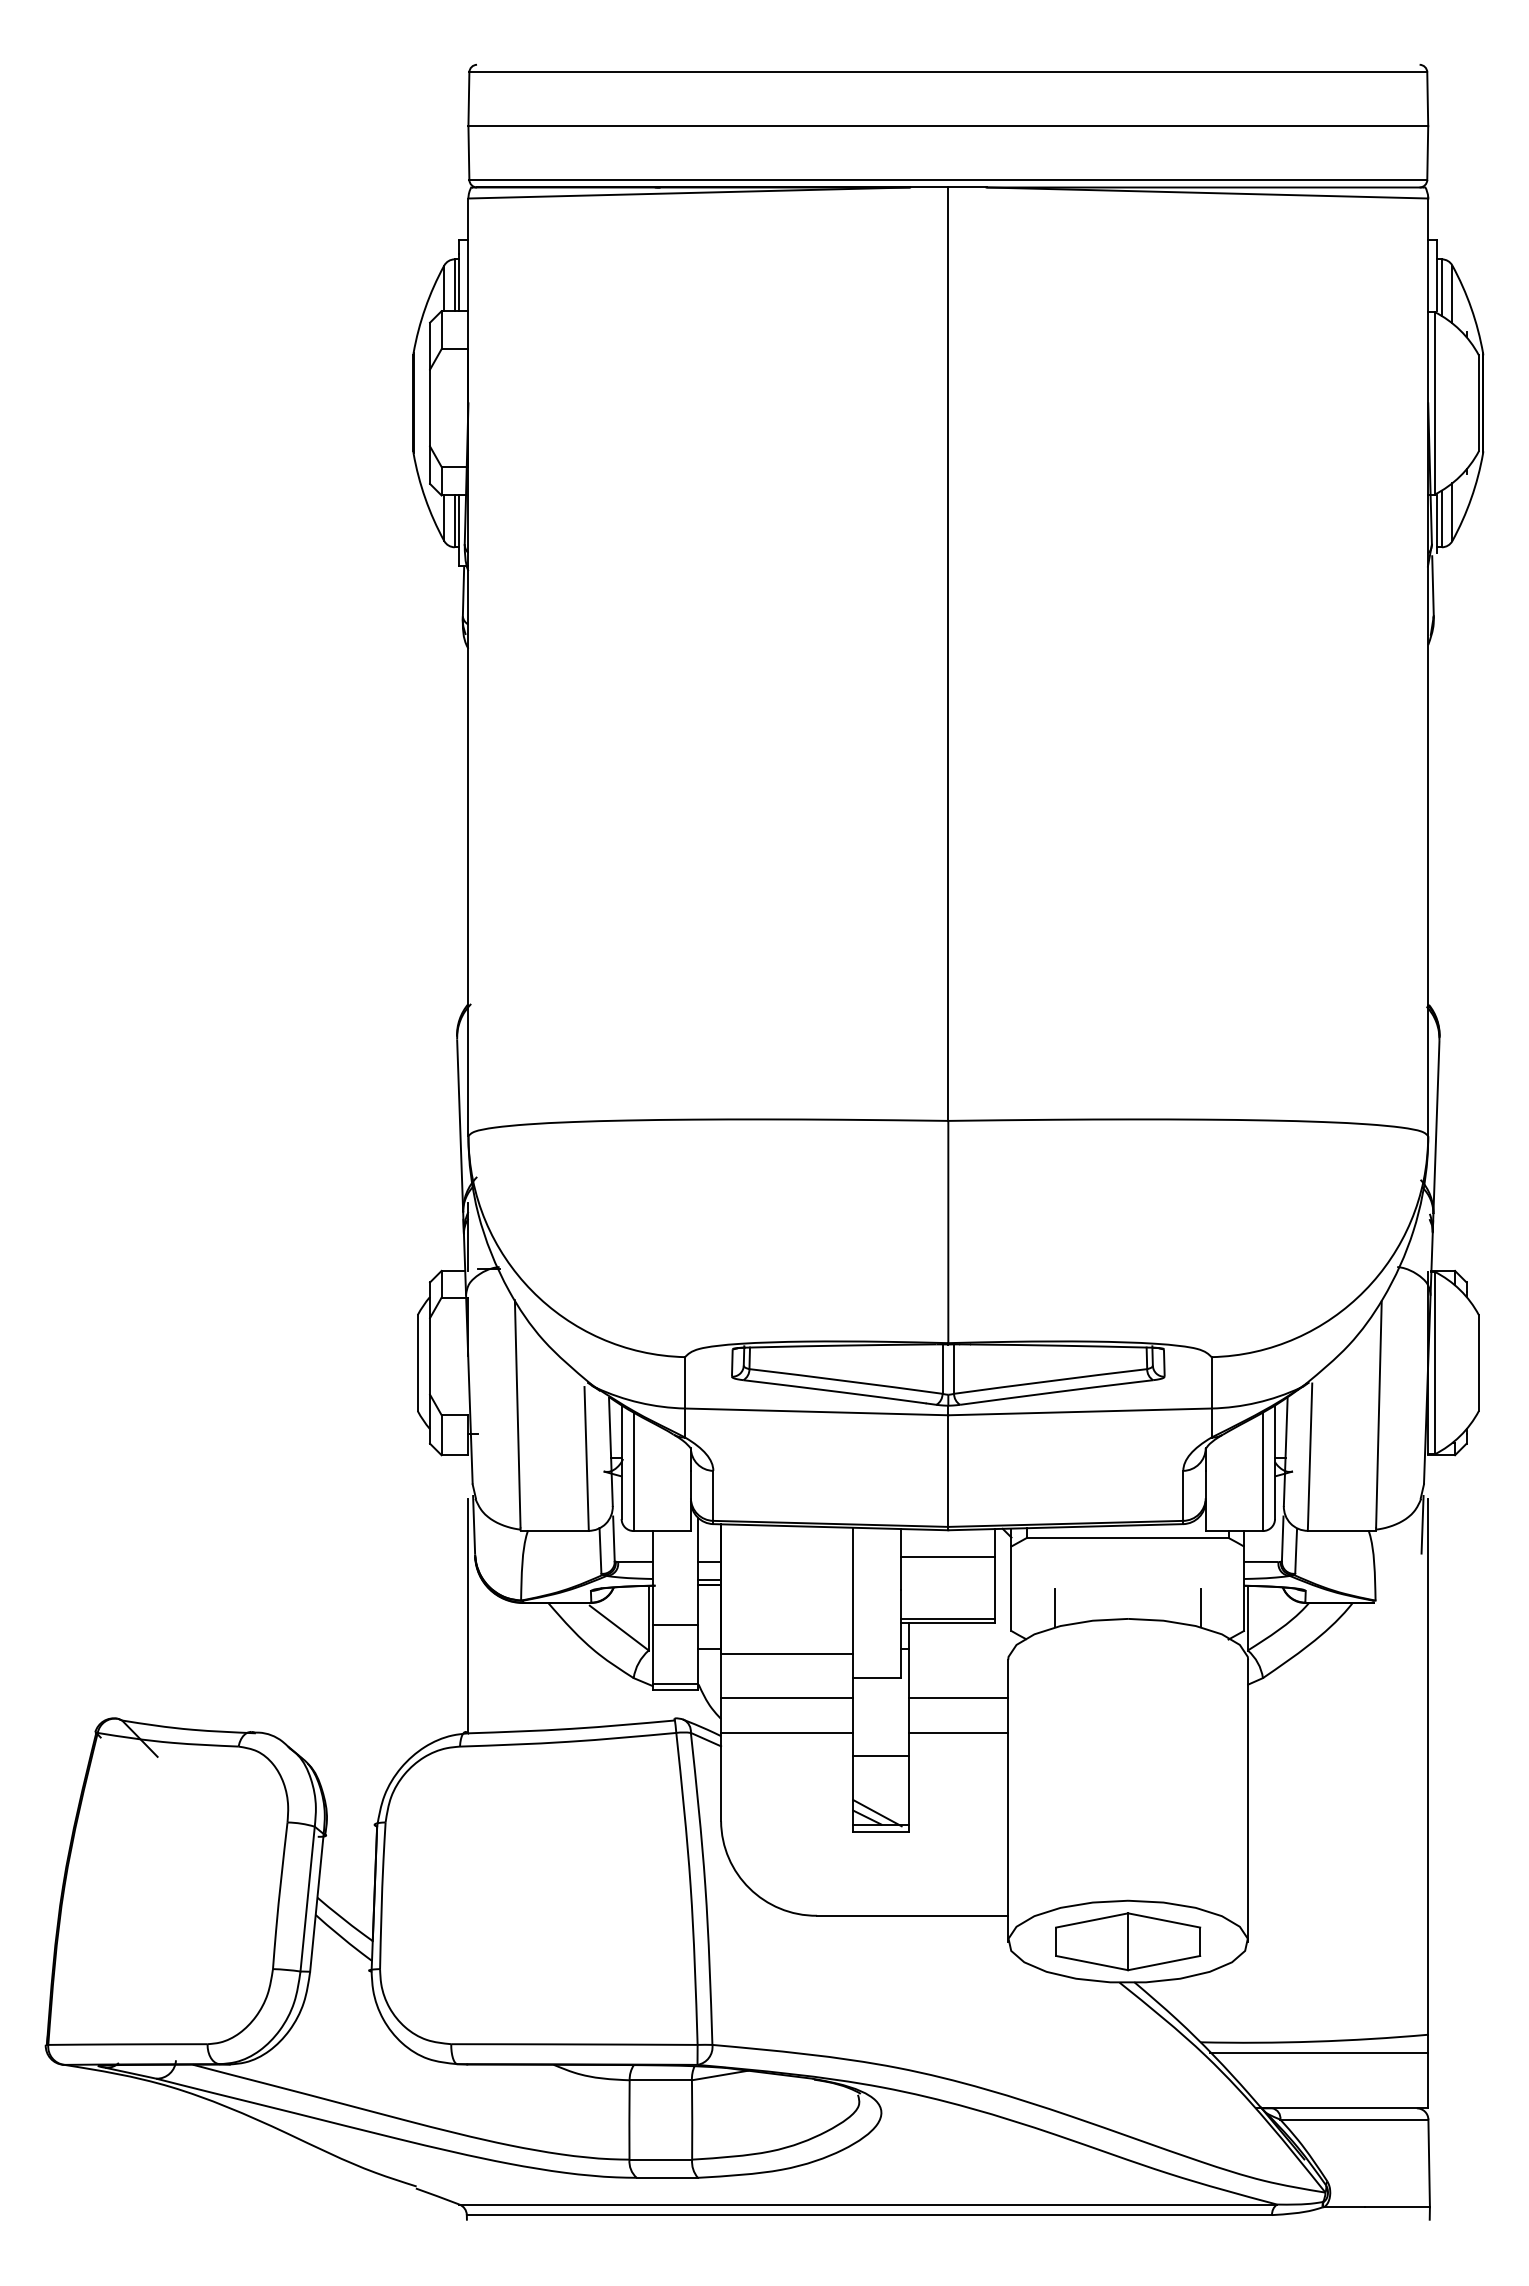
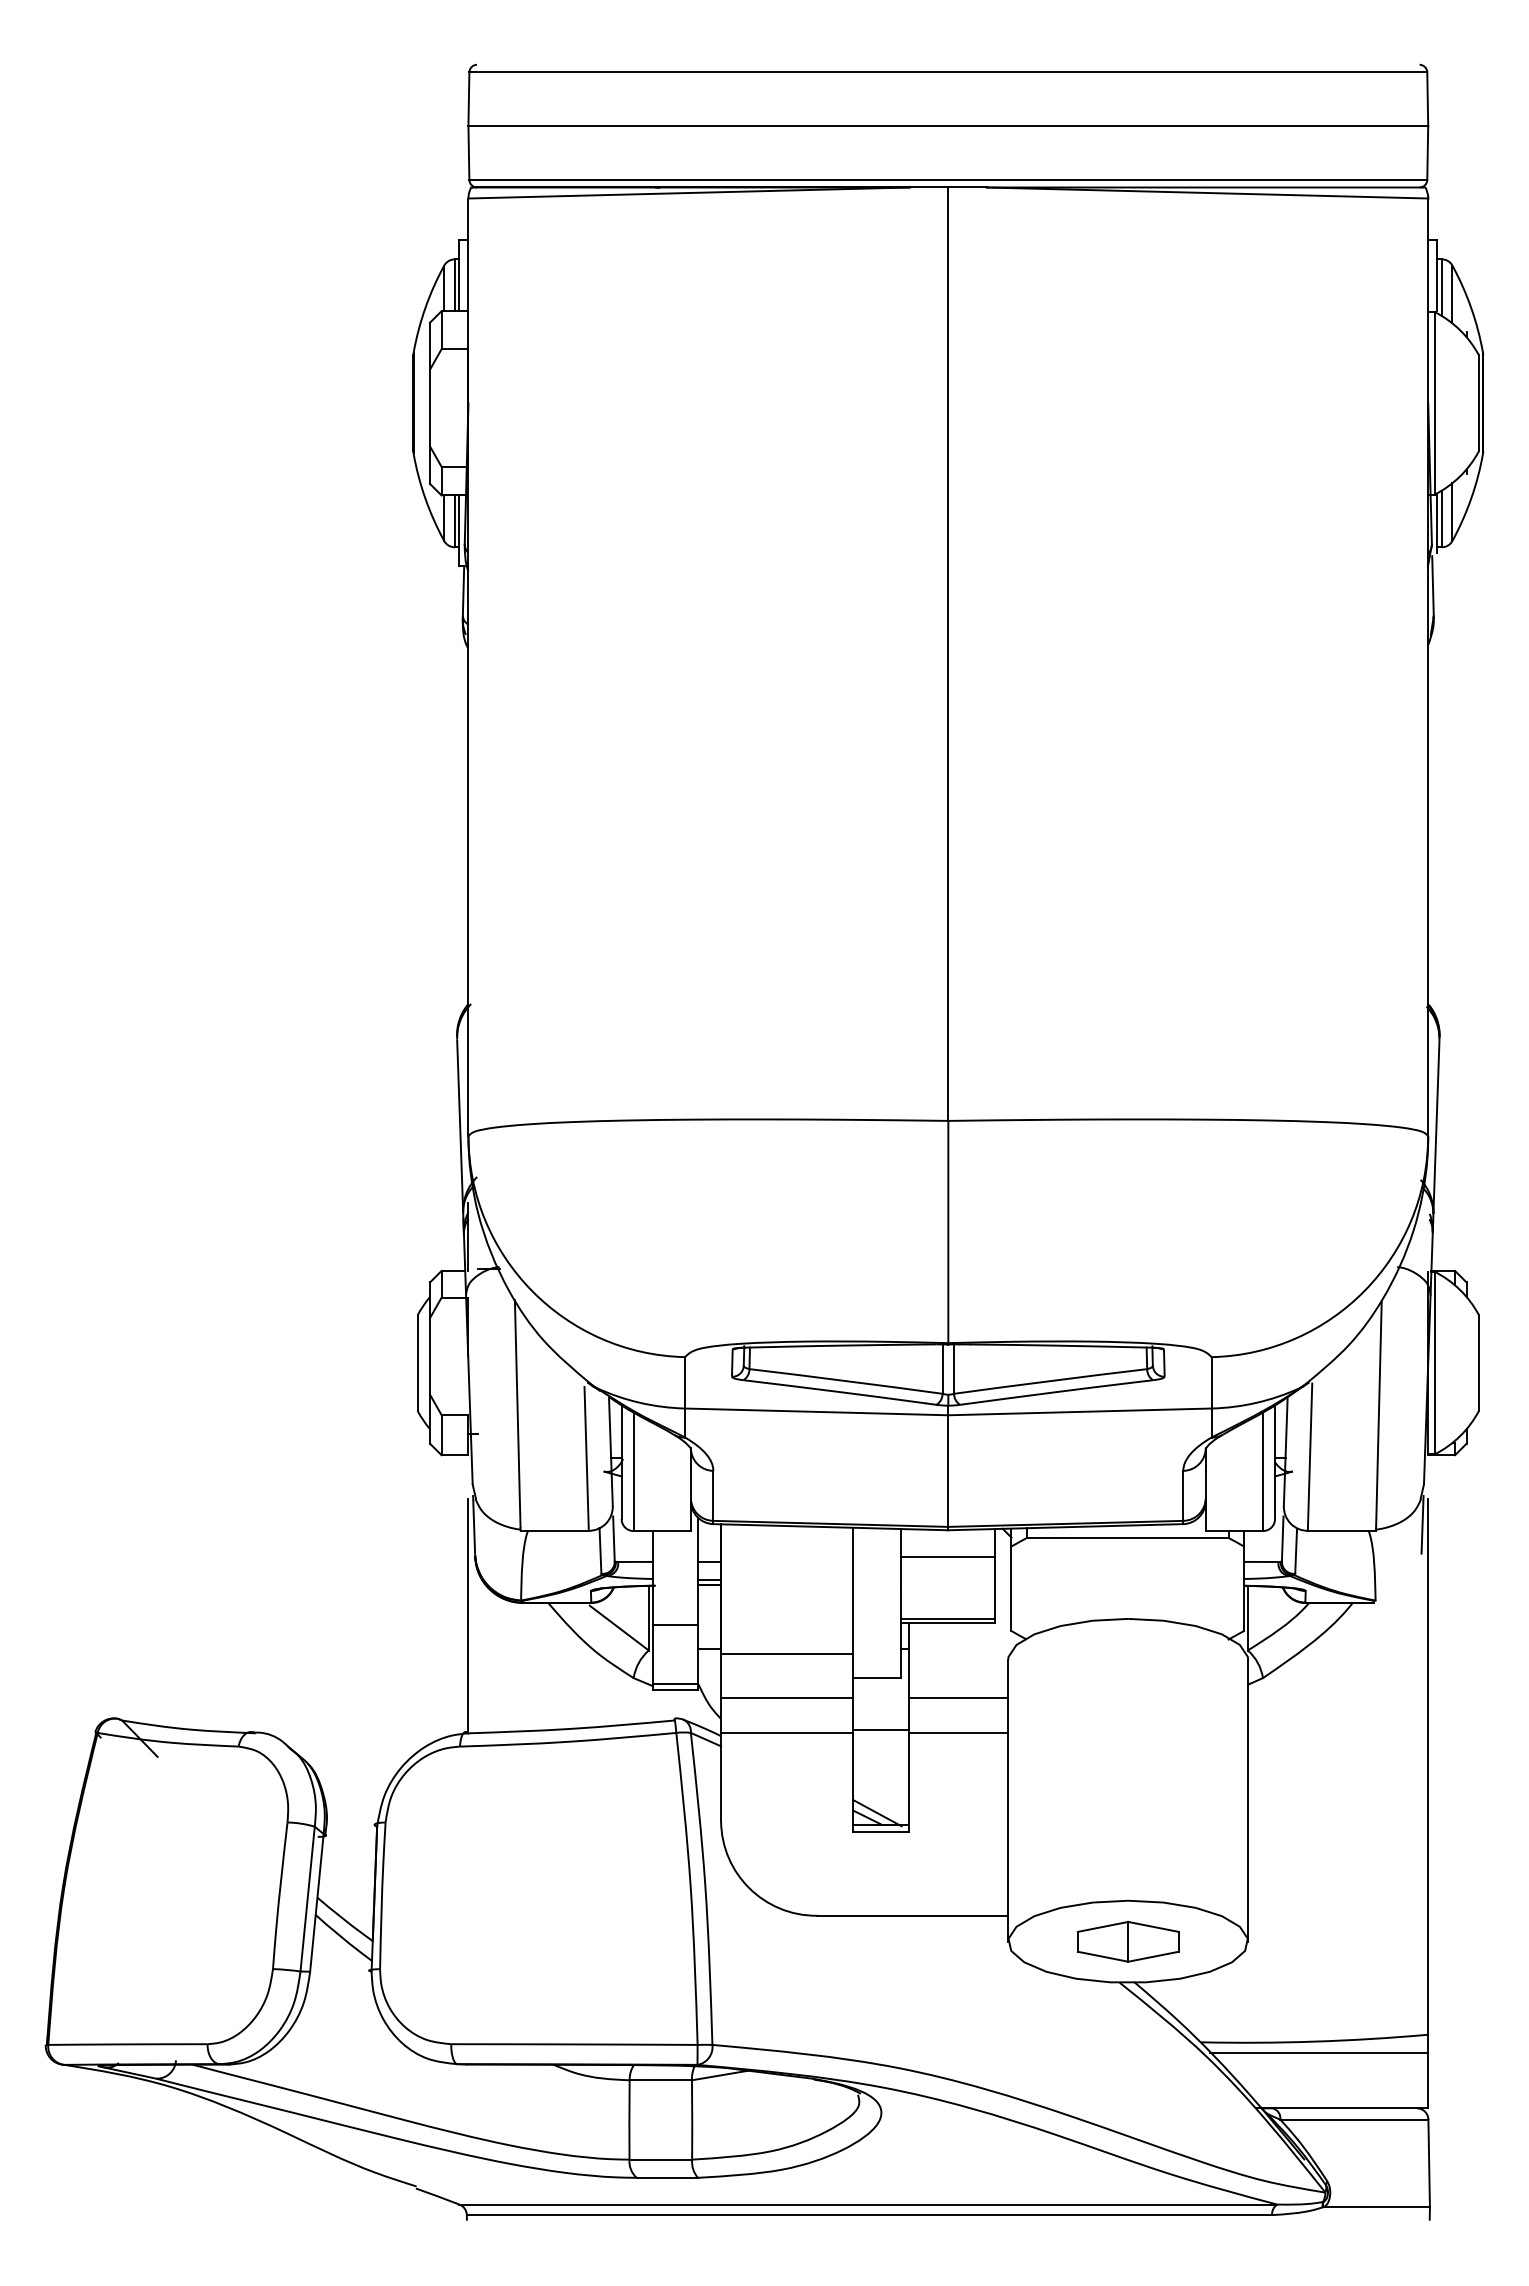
line at (1055, 1607): present -> none
line at (1201, 1607): present -> none
line at (880, 1756) position: (880, 1756) -> (880, 1730)
part at (1128, 1941) size: 147x60 px -> 104x42 px
